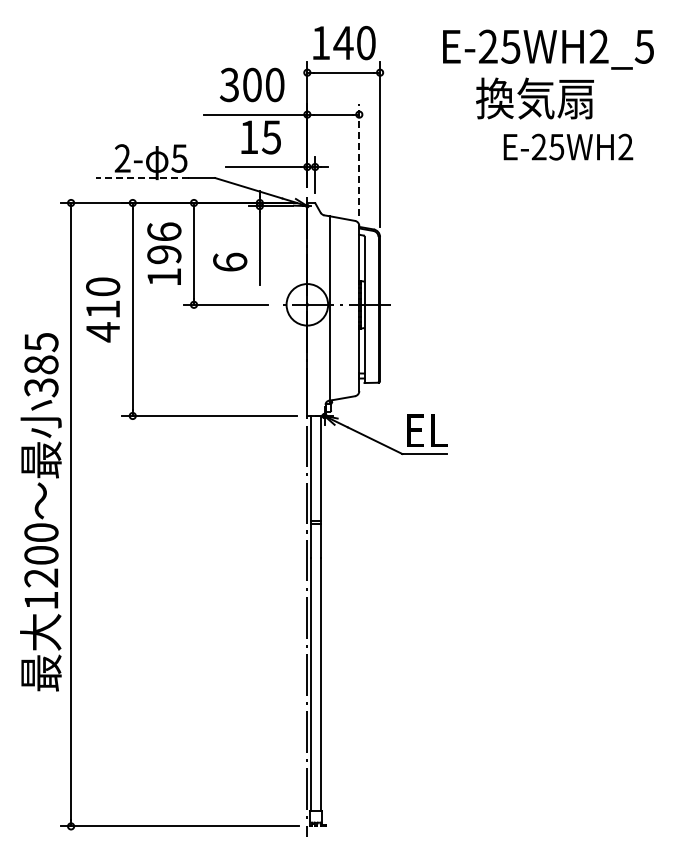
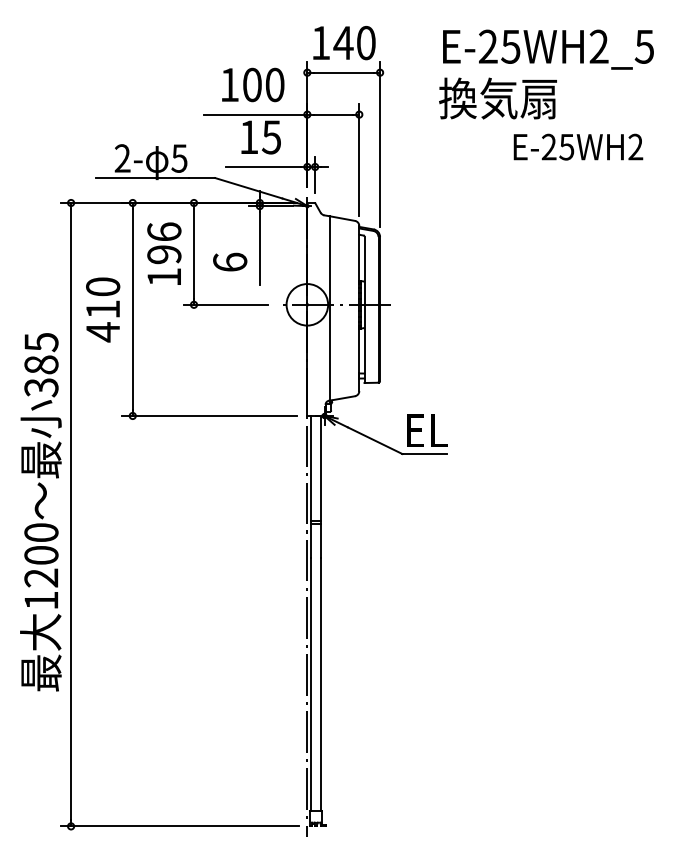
text at (228, 84): 300 -> 100
text at (534, 98) position: (534, 98) -> (497, 98)
text at (568, 146) position: (568, 146) -> (578, 146)
line at (359, 159): dashed -> solid
line at (142, 178): dashed -> solid
